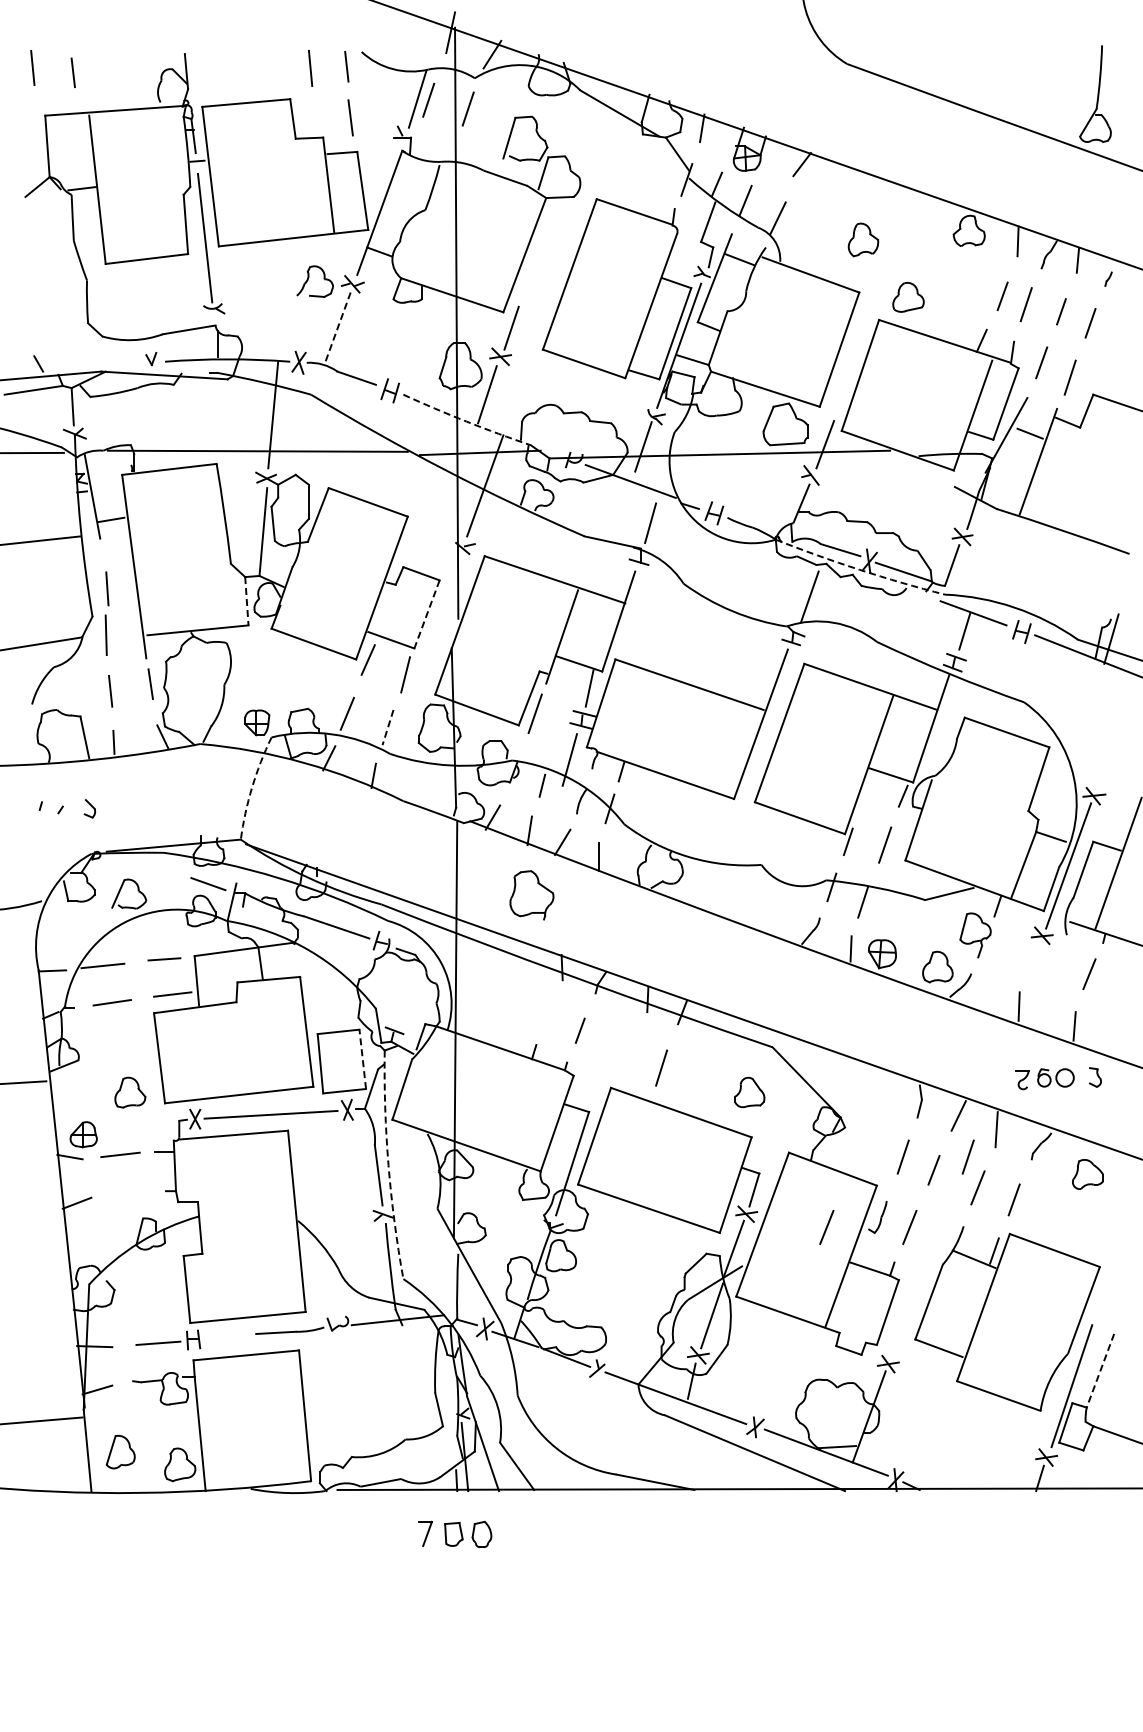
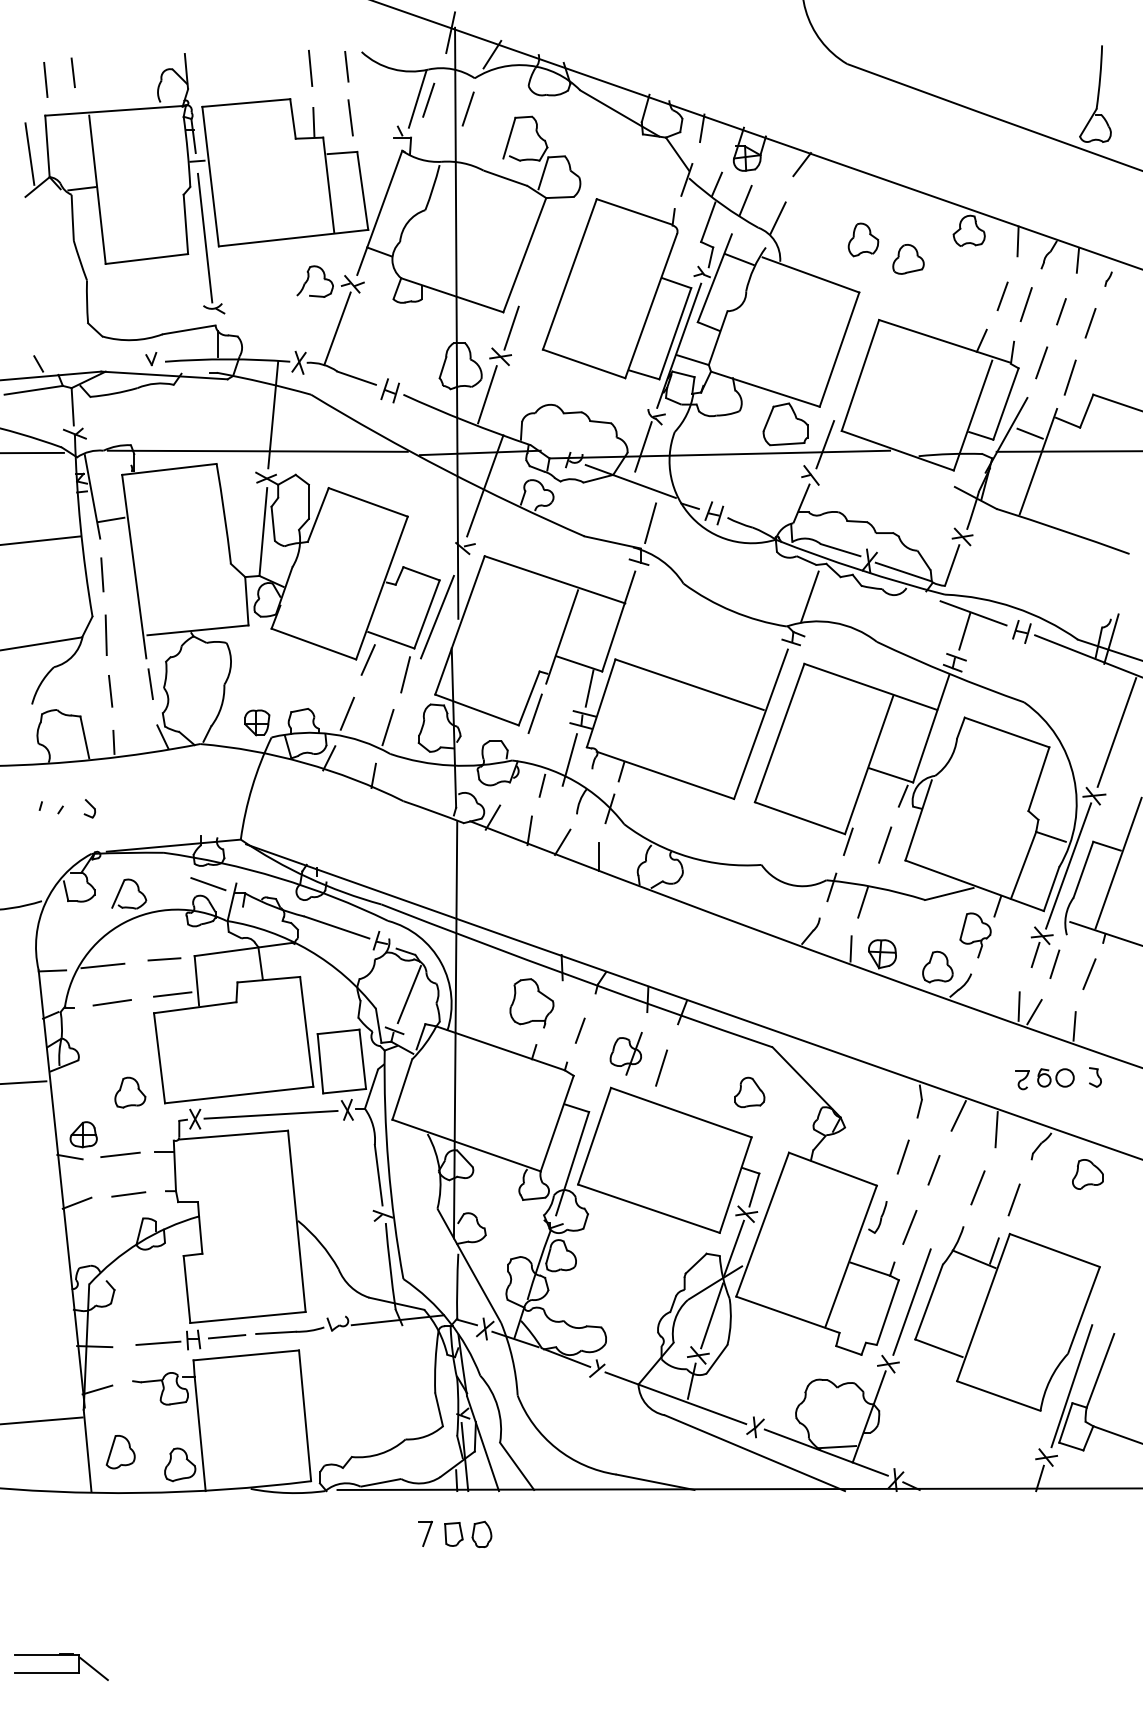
line at (32, 67) position: (32, 67) -> (45, 79)
line at (313, 121): none -> present
line at (29, 153): none -> present
part at (908, 297) position: (908, 297) -> (908, 259)
line at (337, 328): dashed -> solid
arc at (466, 421): dashed -> solid
line at (1067, 451): none -> present
arc at (859, 569): dashed -> solid
line at (107, 588) position: (107, 588) -> (102, 574)
line at (246, 601): dashed -> solid
line at (426, 614): dashed -> solid
line at (436, 616): none -> present
line at (387, 728): dashed -> solid
line at (1116, 732): none -> present
arc at (252, 787): dashed -> solid
part at (531, 895) position: (531, 895) -> (531, 1003)
line at (1035, 954): none -> present
line at (1054, 964): none -> present
line at (408, 994): none -> present
line at (1034, 1012): none -> present
part at (625, 1053): none -> present
line at (362, 1059): dashed -> solid
line at (967, 1156): present -> none
arc at (388, 1165): dashed -> solid
line at (128, 1194): none -> present
line at (826, 1227): present -> none
line at (911, 1301): none -> present
line at (227, 1336): none -> present
line at (1100, 1371): dashed -> solid
part at (61, 1666): none -> present
